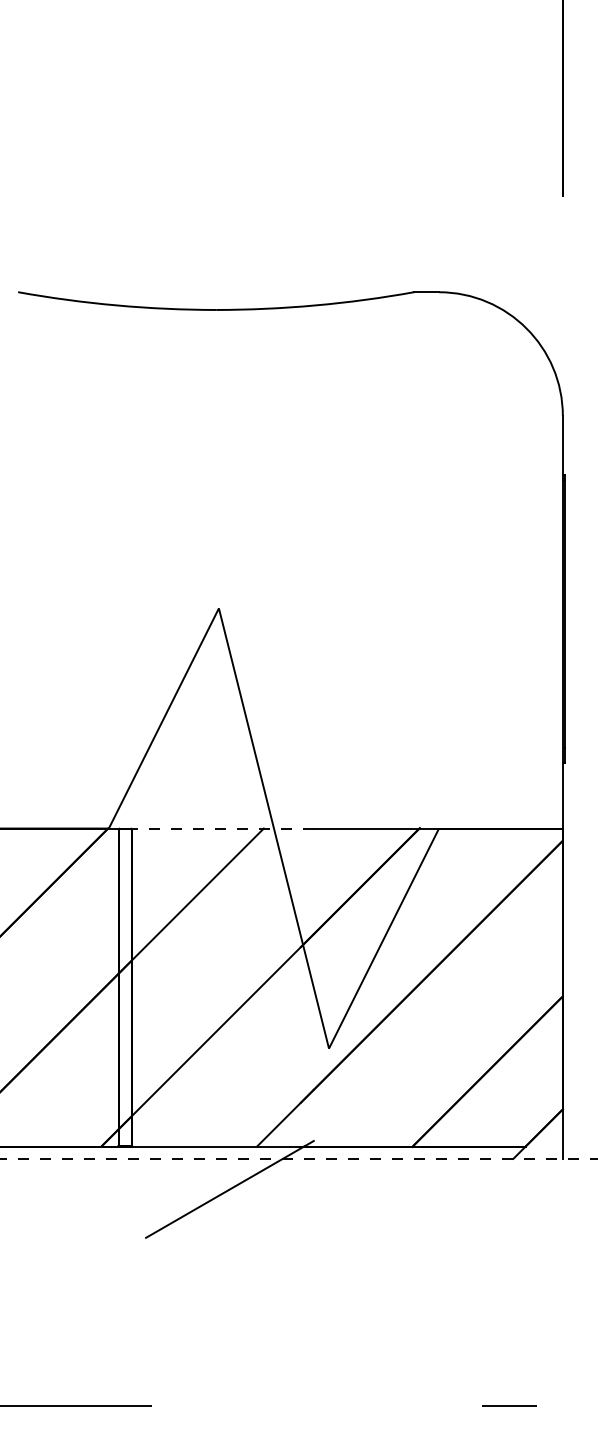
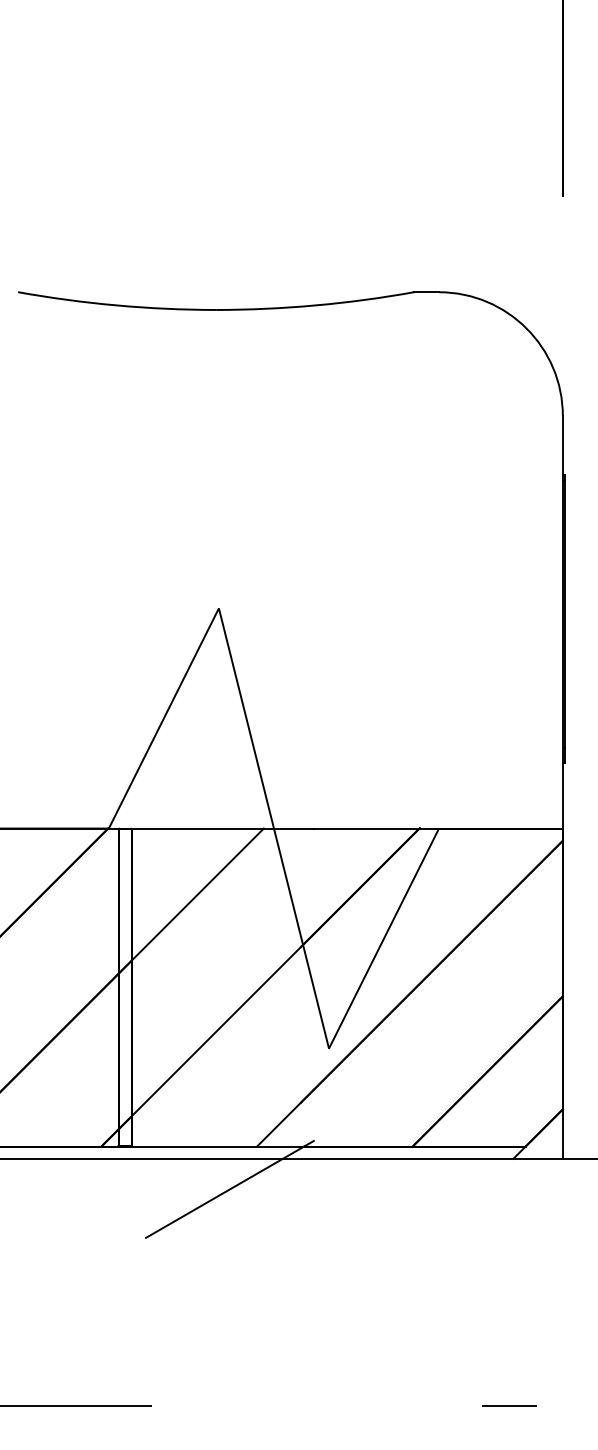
line at (222, 828): dashed -> solid
line at (298, 1158): dashed -> solid
